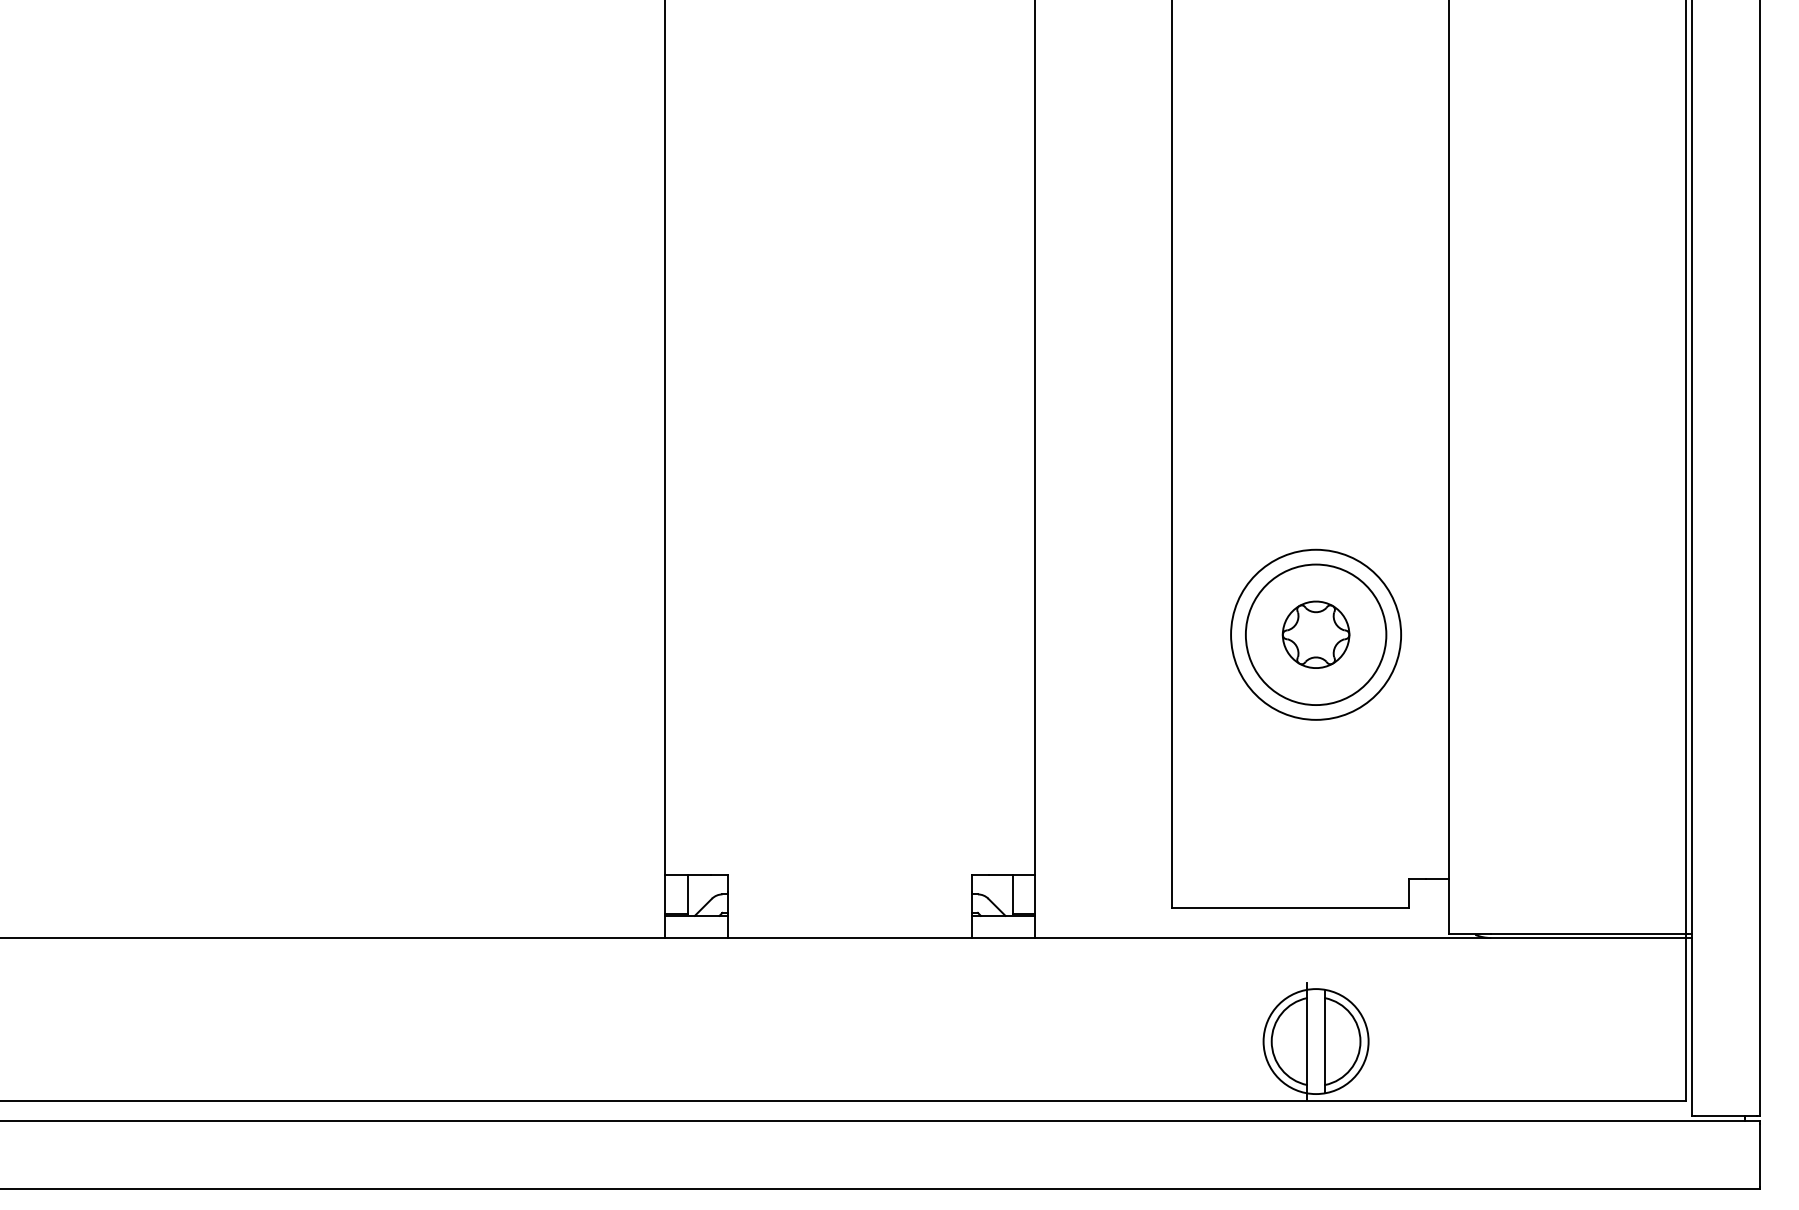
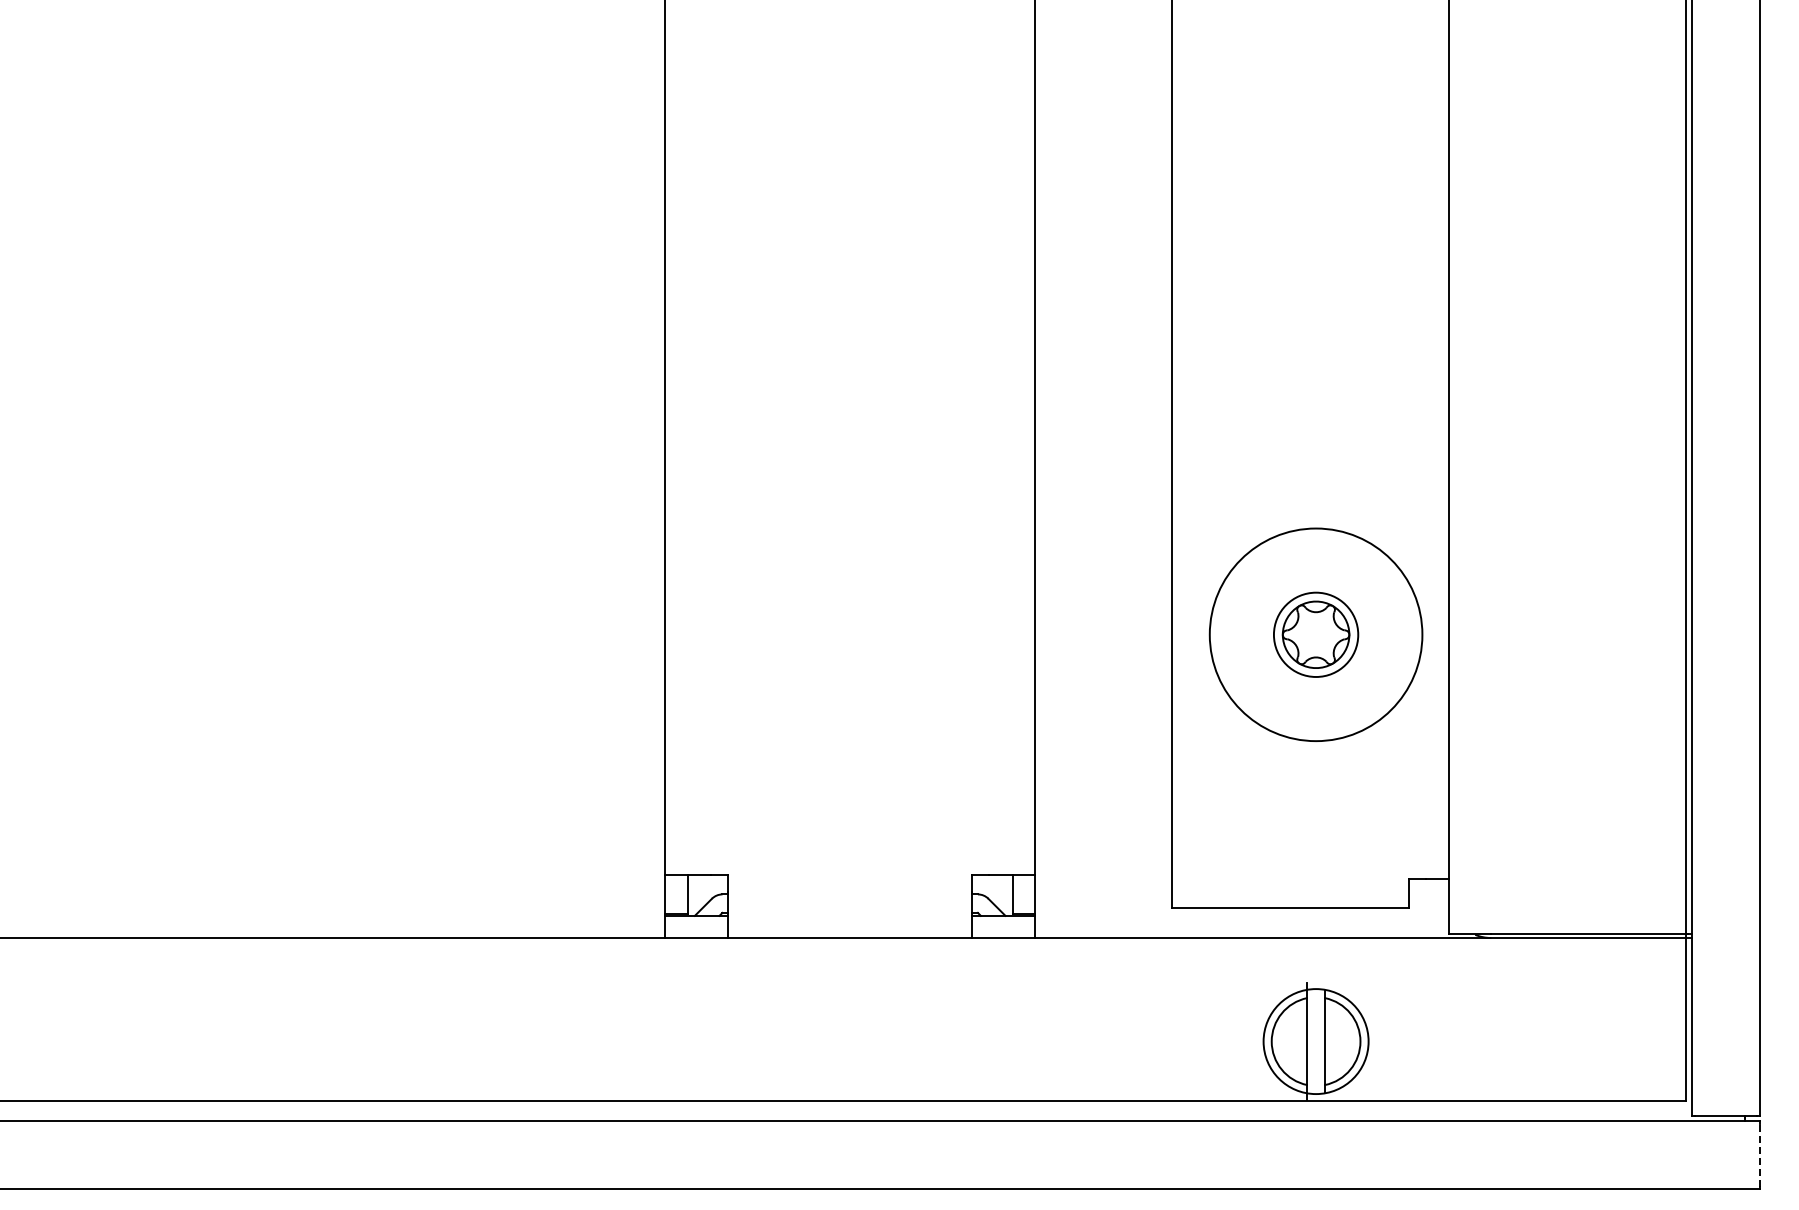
circle at (1315, 634) diameter: 141 px -> 84 px
circle at (1316, 634) diameter: 170 px -> 213 px
line at (1759, 1154): solid -> dashed
